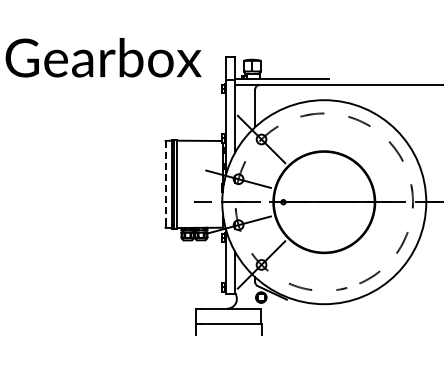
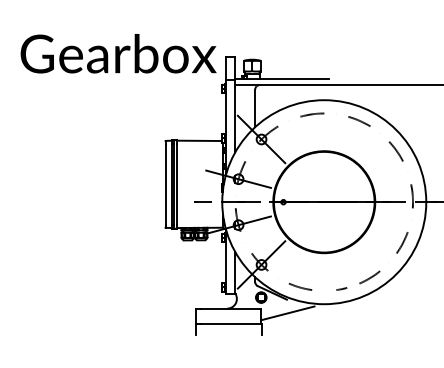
text at (103, 57) position: (103, 57) -> (118, 53)
line at (165, 183): dashed -> solid
line at (287, 313): none -> present
